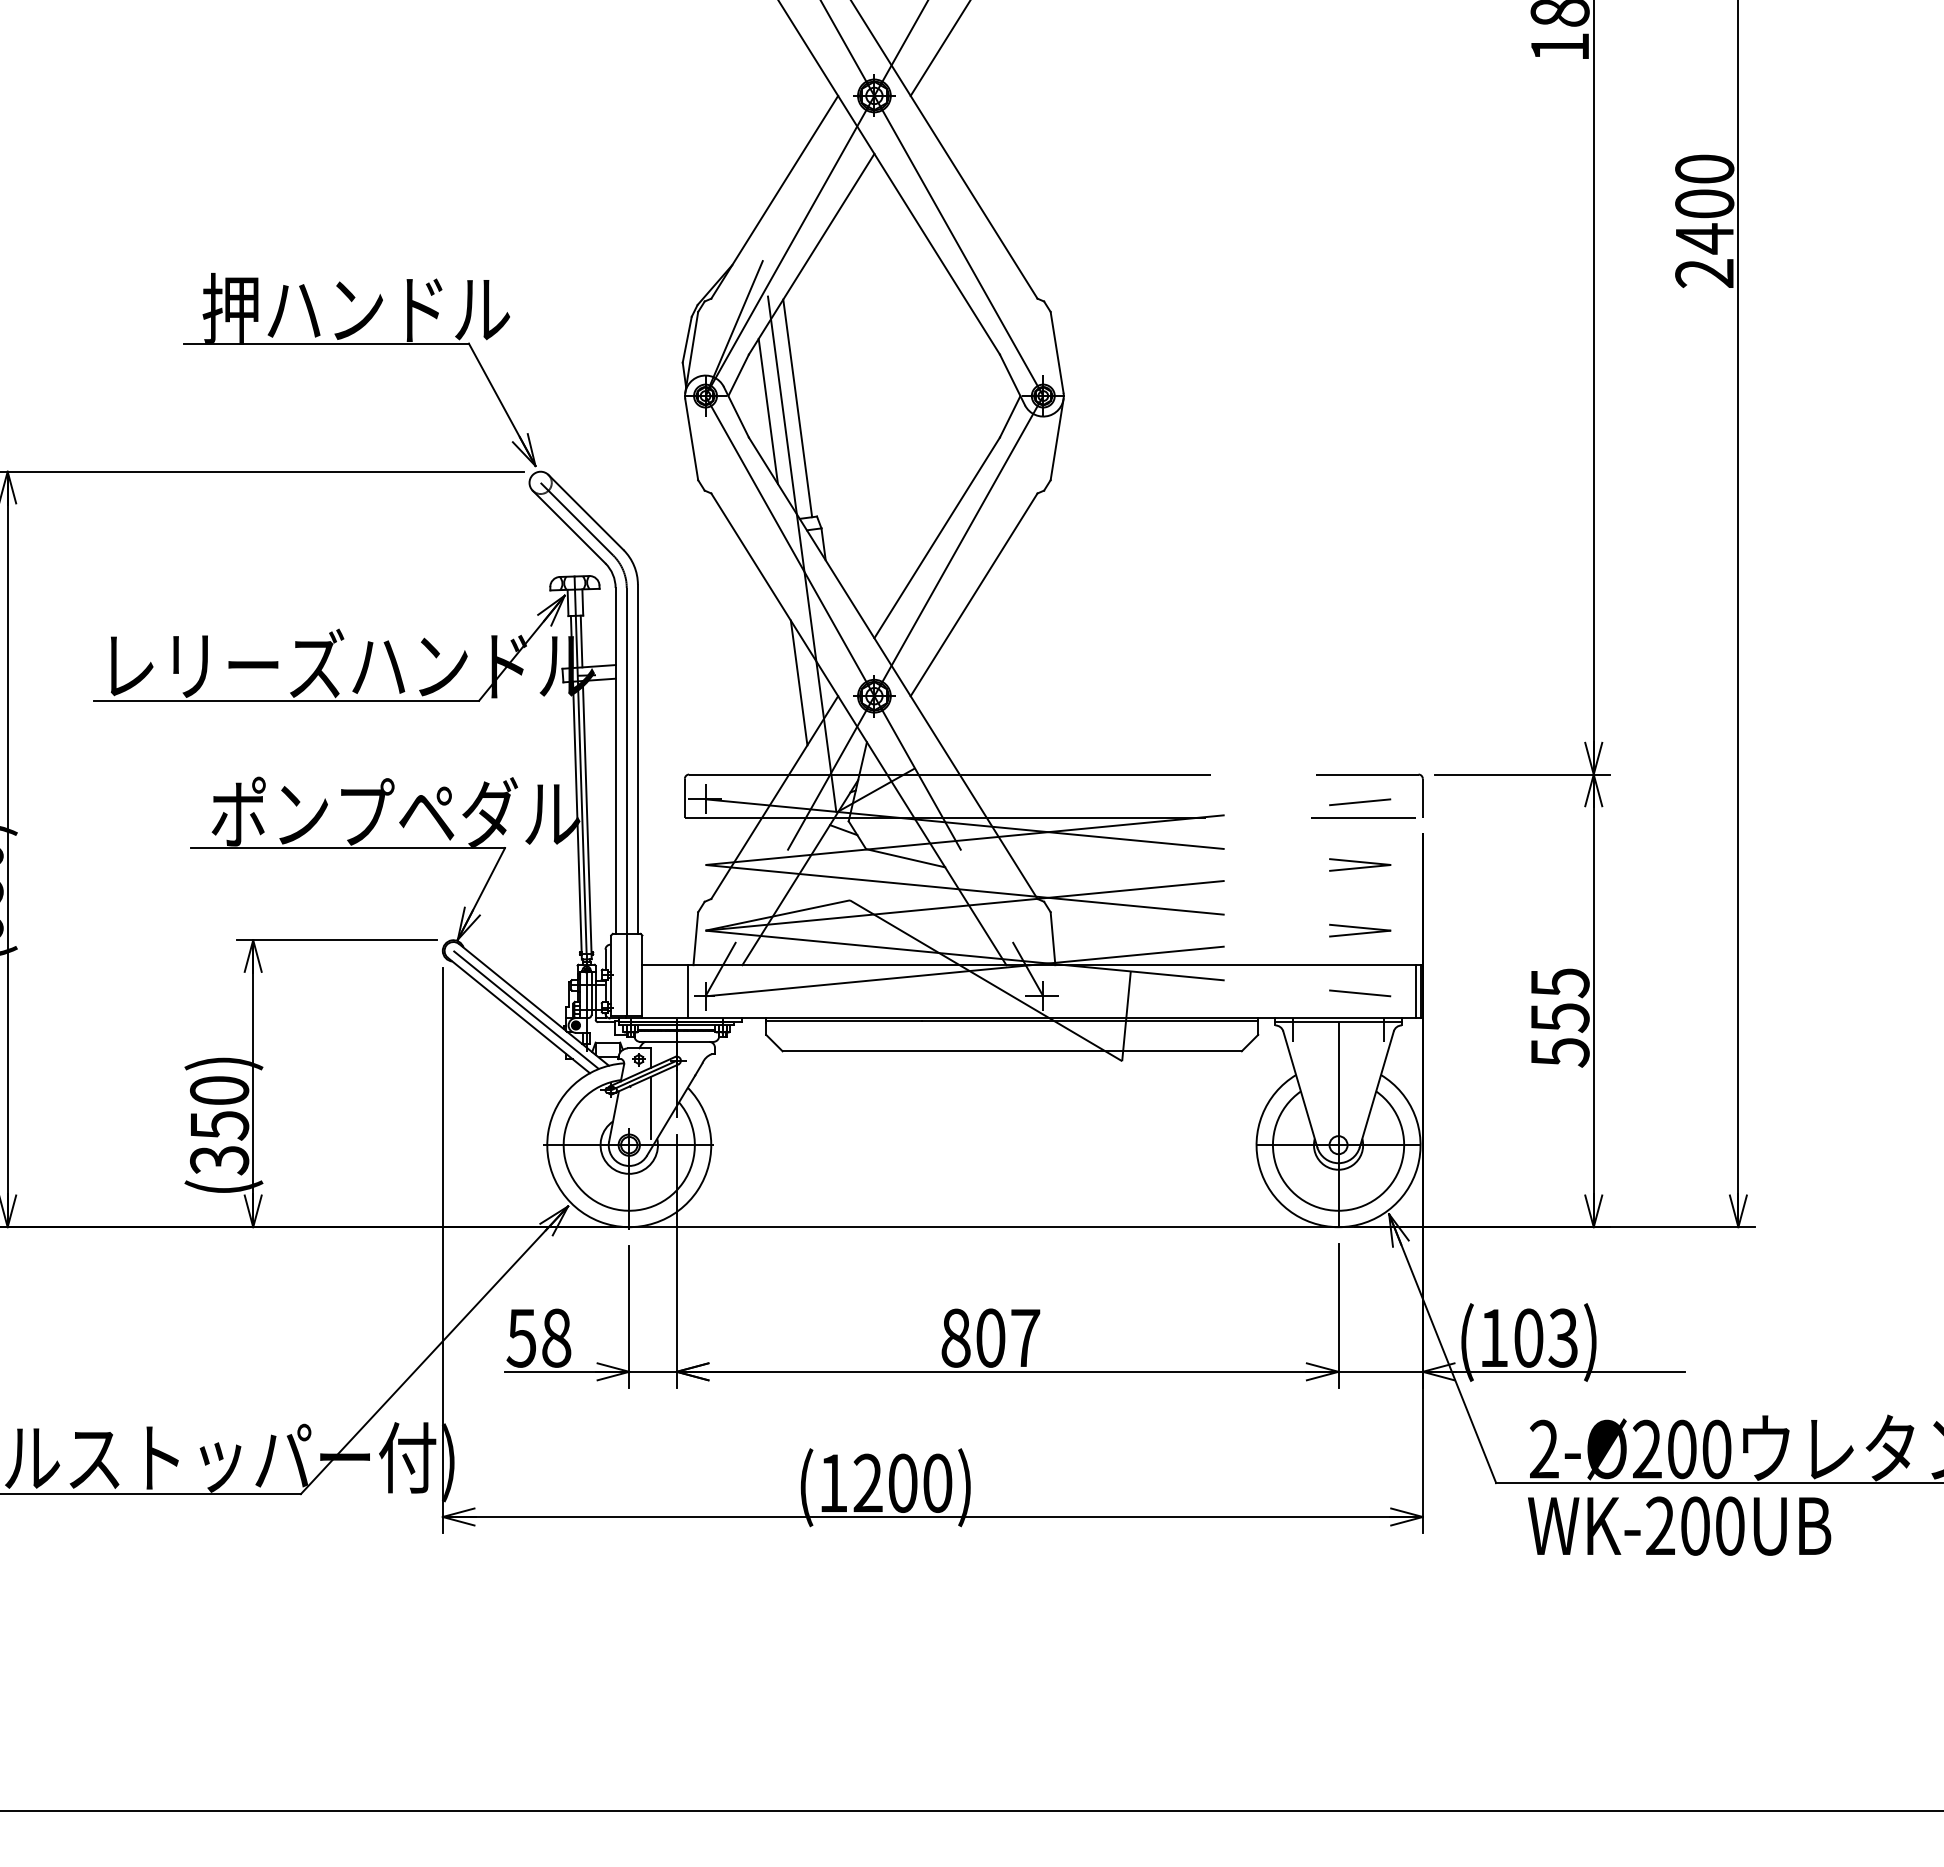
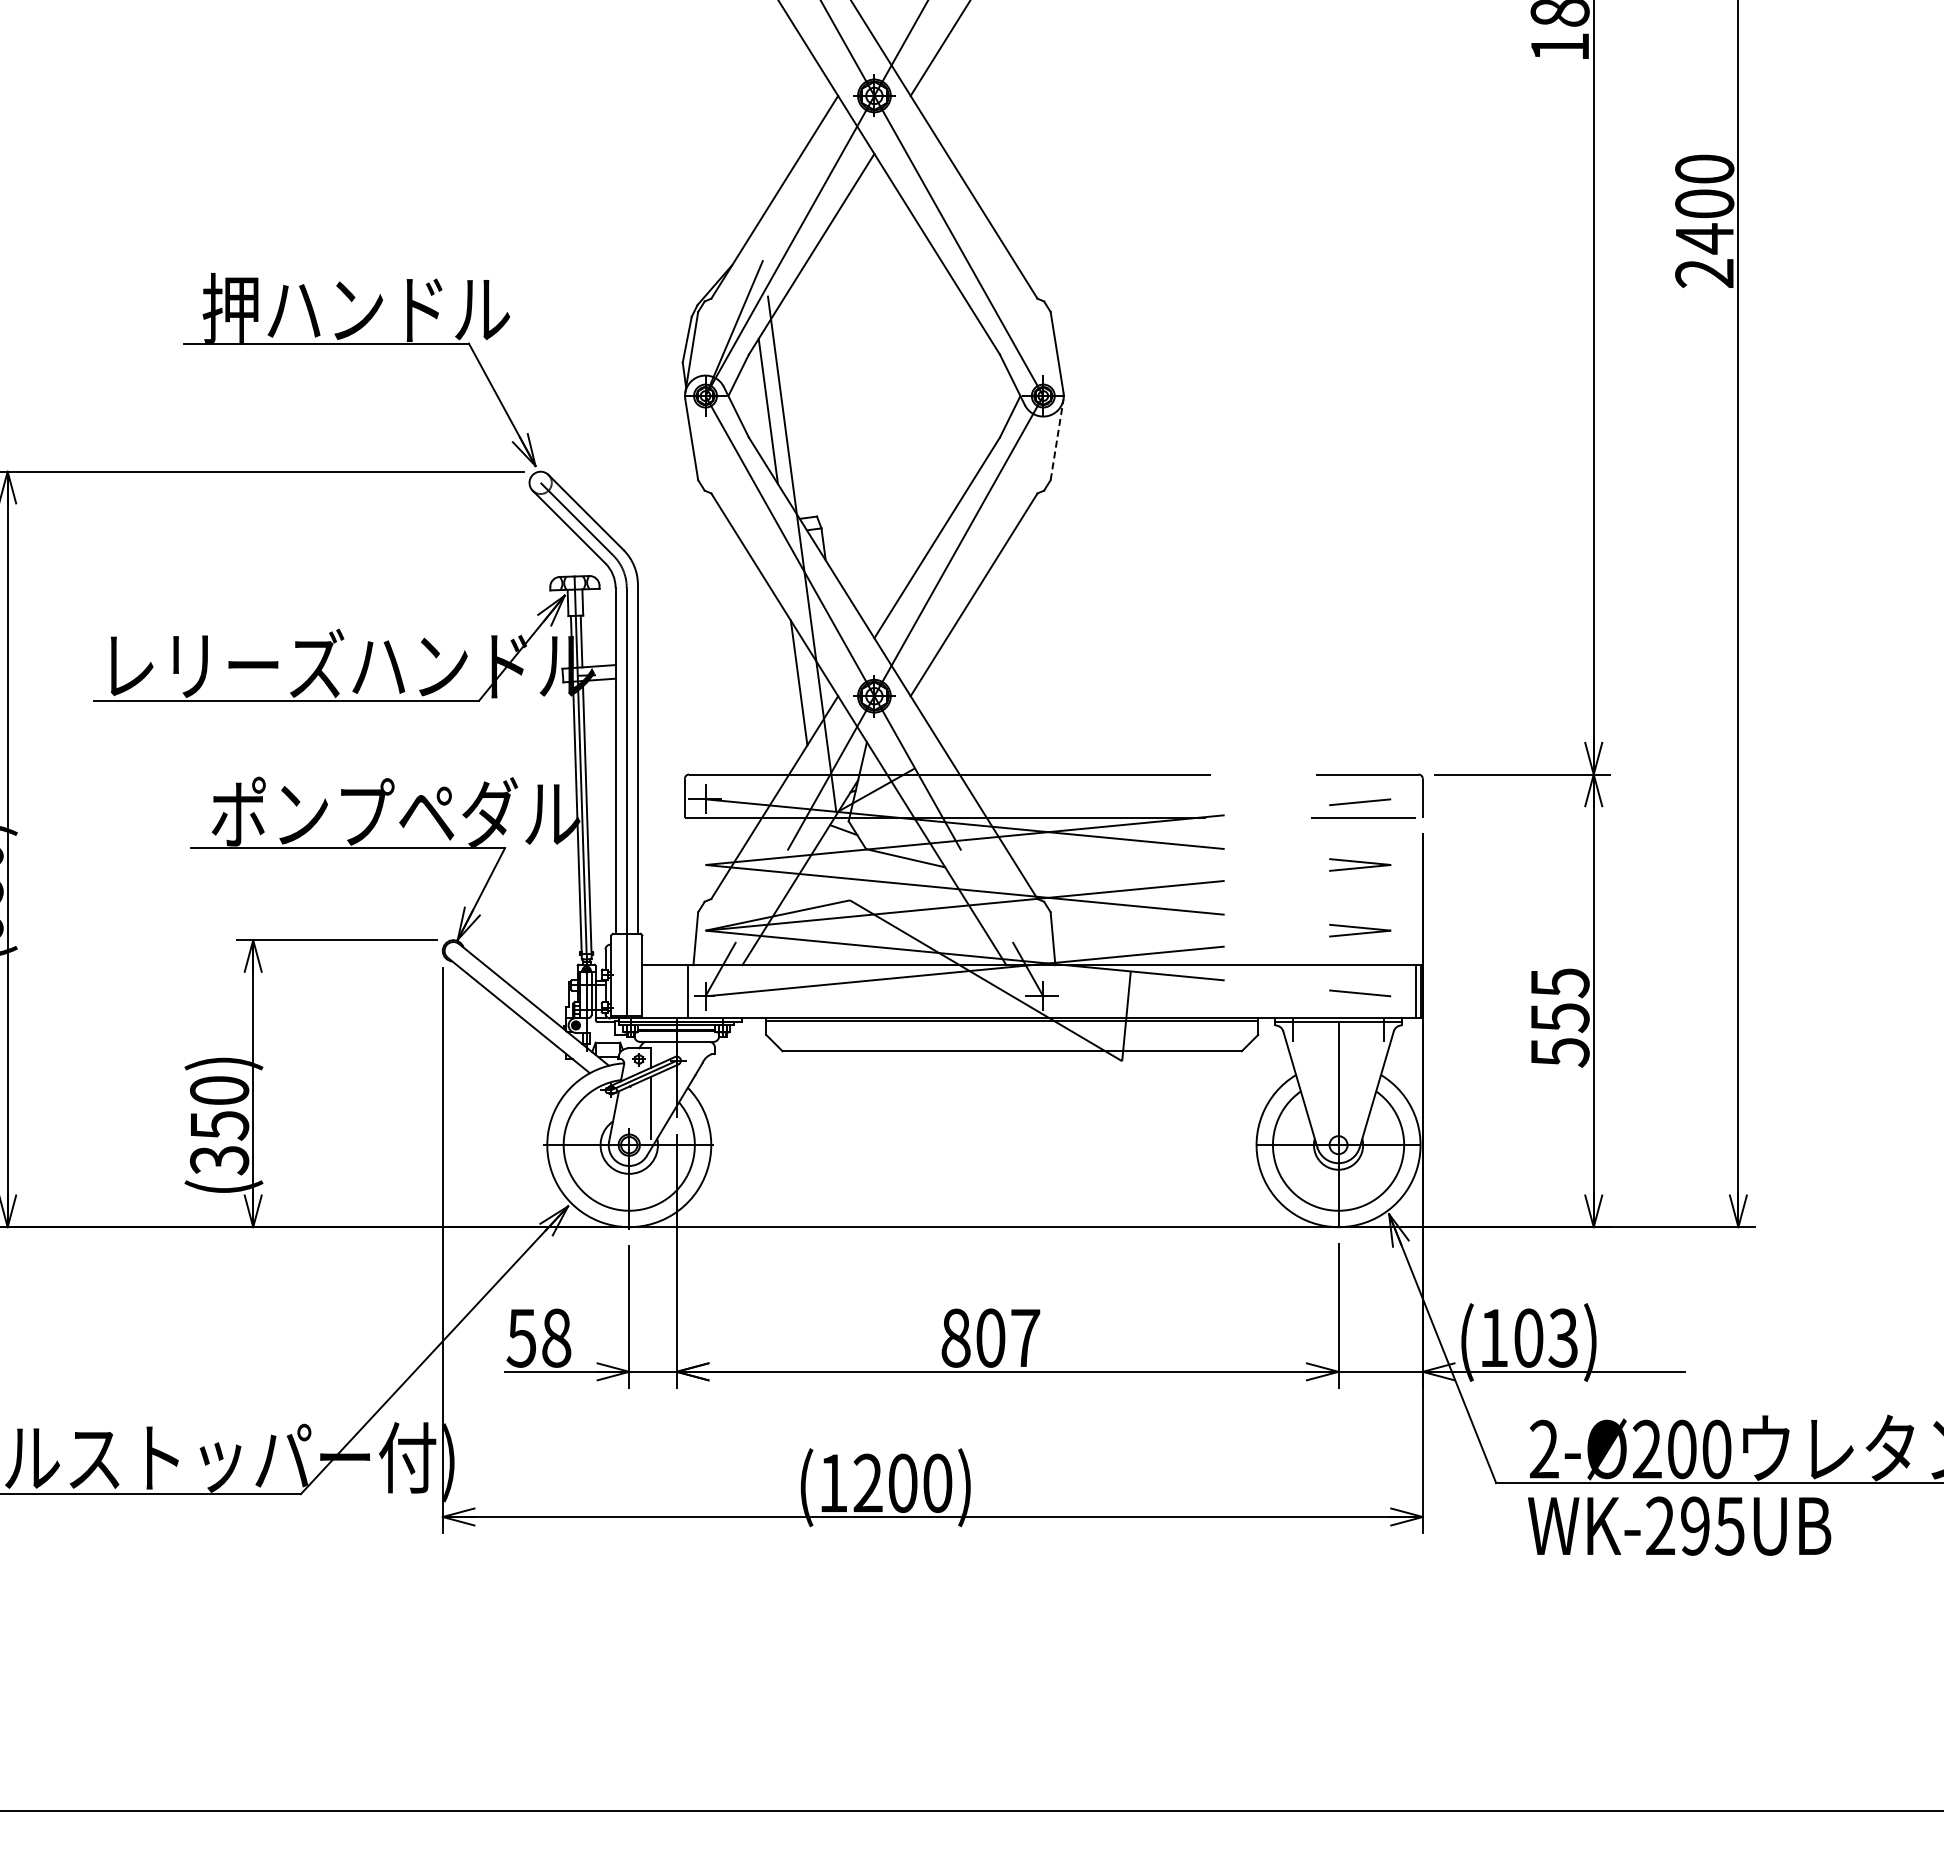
line at (797, 408): present -> none
line at (1057, 439): solid -> dashed
line at (525, 1009): present -> none
text at (1712, 1525): WK-200UB -> WK-295UB
